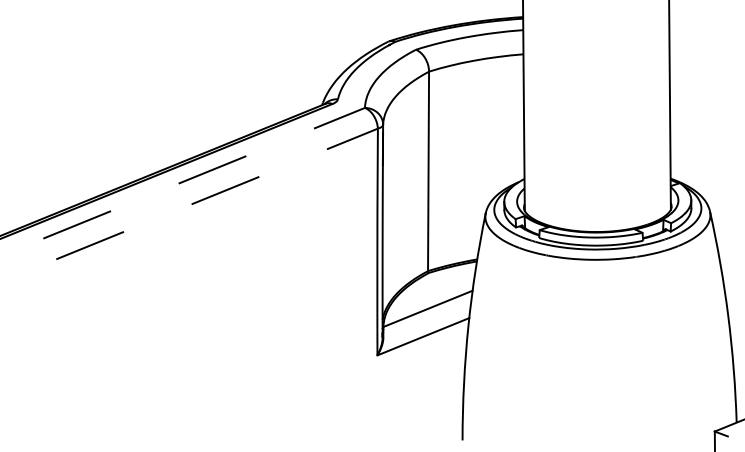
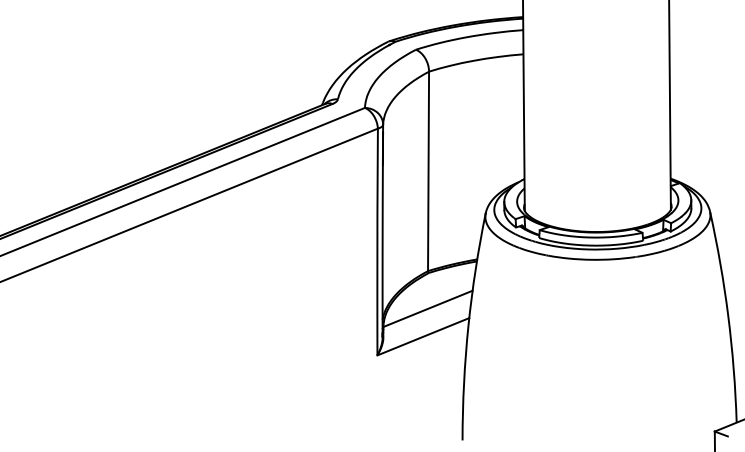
line at (182, 182): dashed -> solid
line at (188, 205): dashed -> solid
